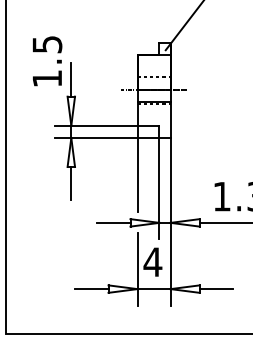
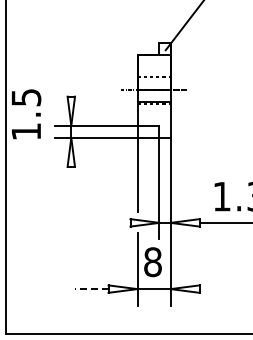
text at (47, 61) position: (47, 61) -> (26, 114)
line at (71, 79): present -> none
line at (71, 183): present -> none
line at (113, 222): present -> none
text at (152, 262): 4 -> 8
line at (92, 289): solid -> dashed
line at (215, 289): present -> none
